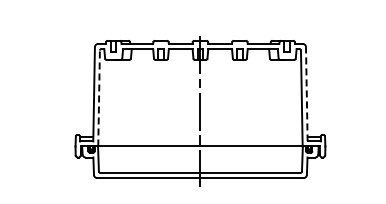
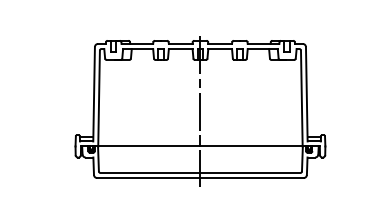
line at (306, 93): dashed -> solid
line at (99, 98): dashed -> solid
